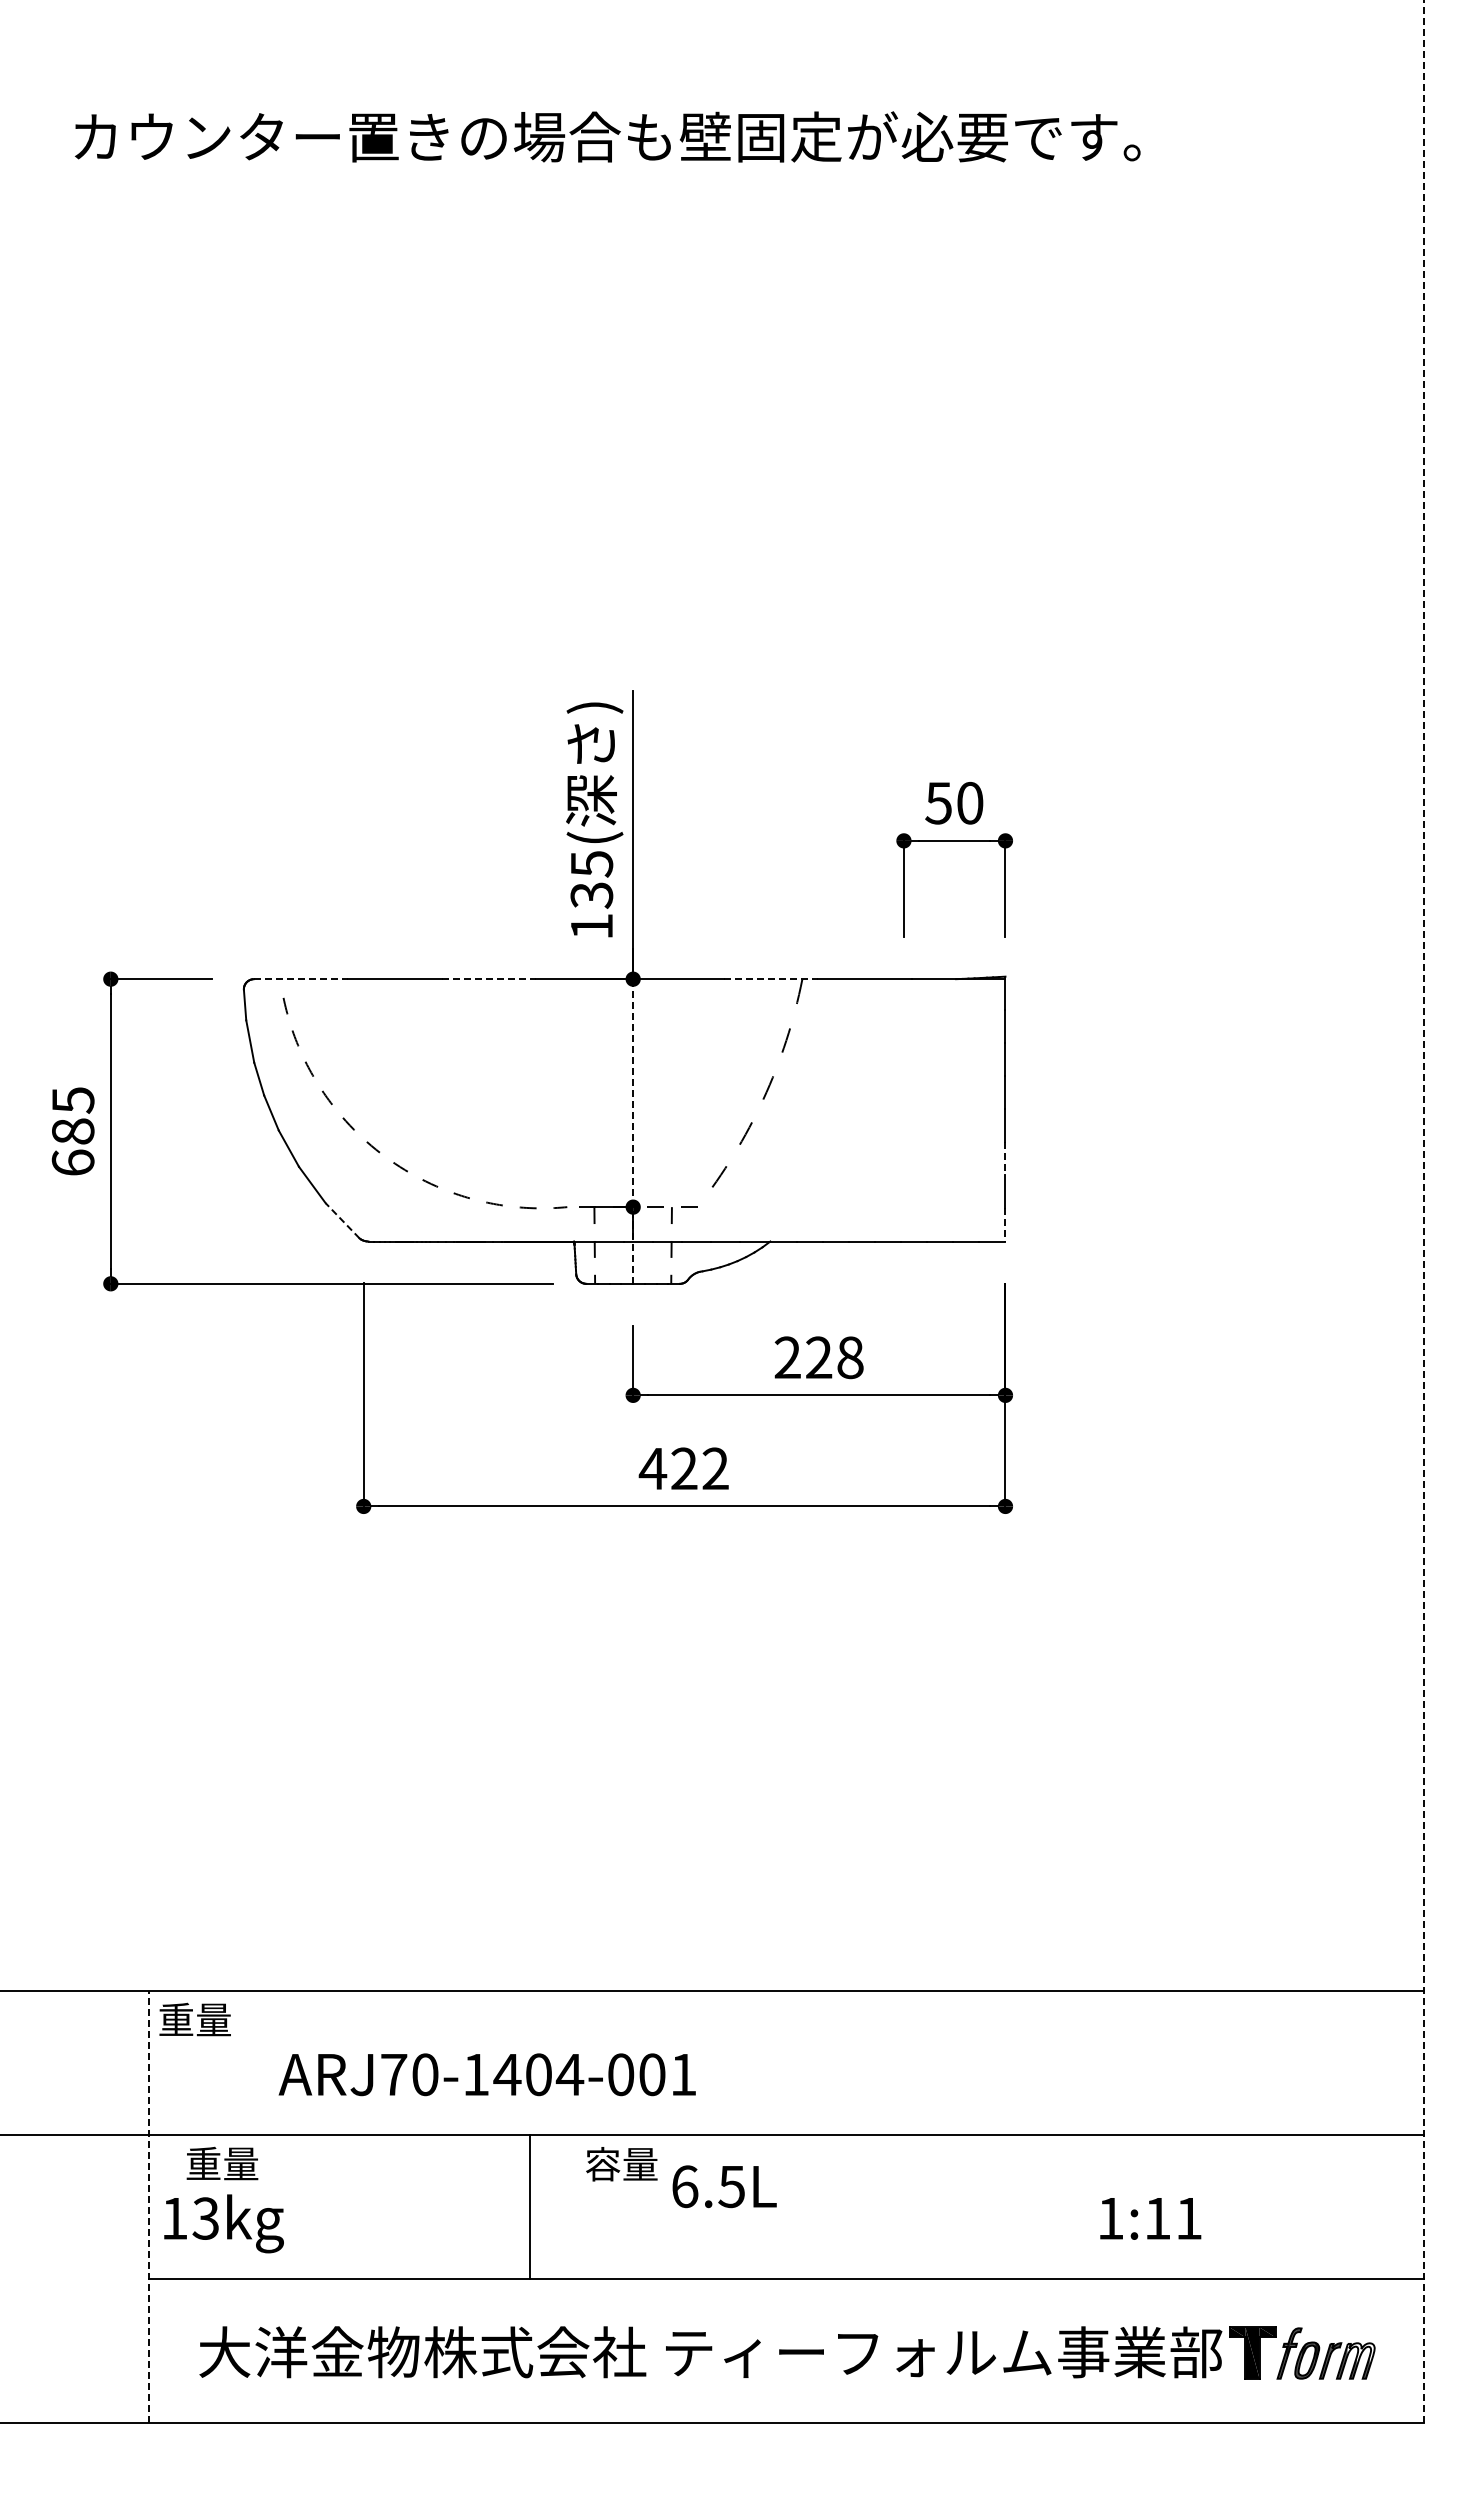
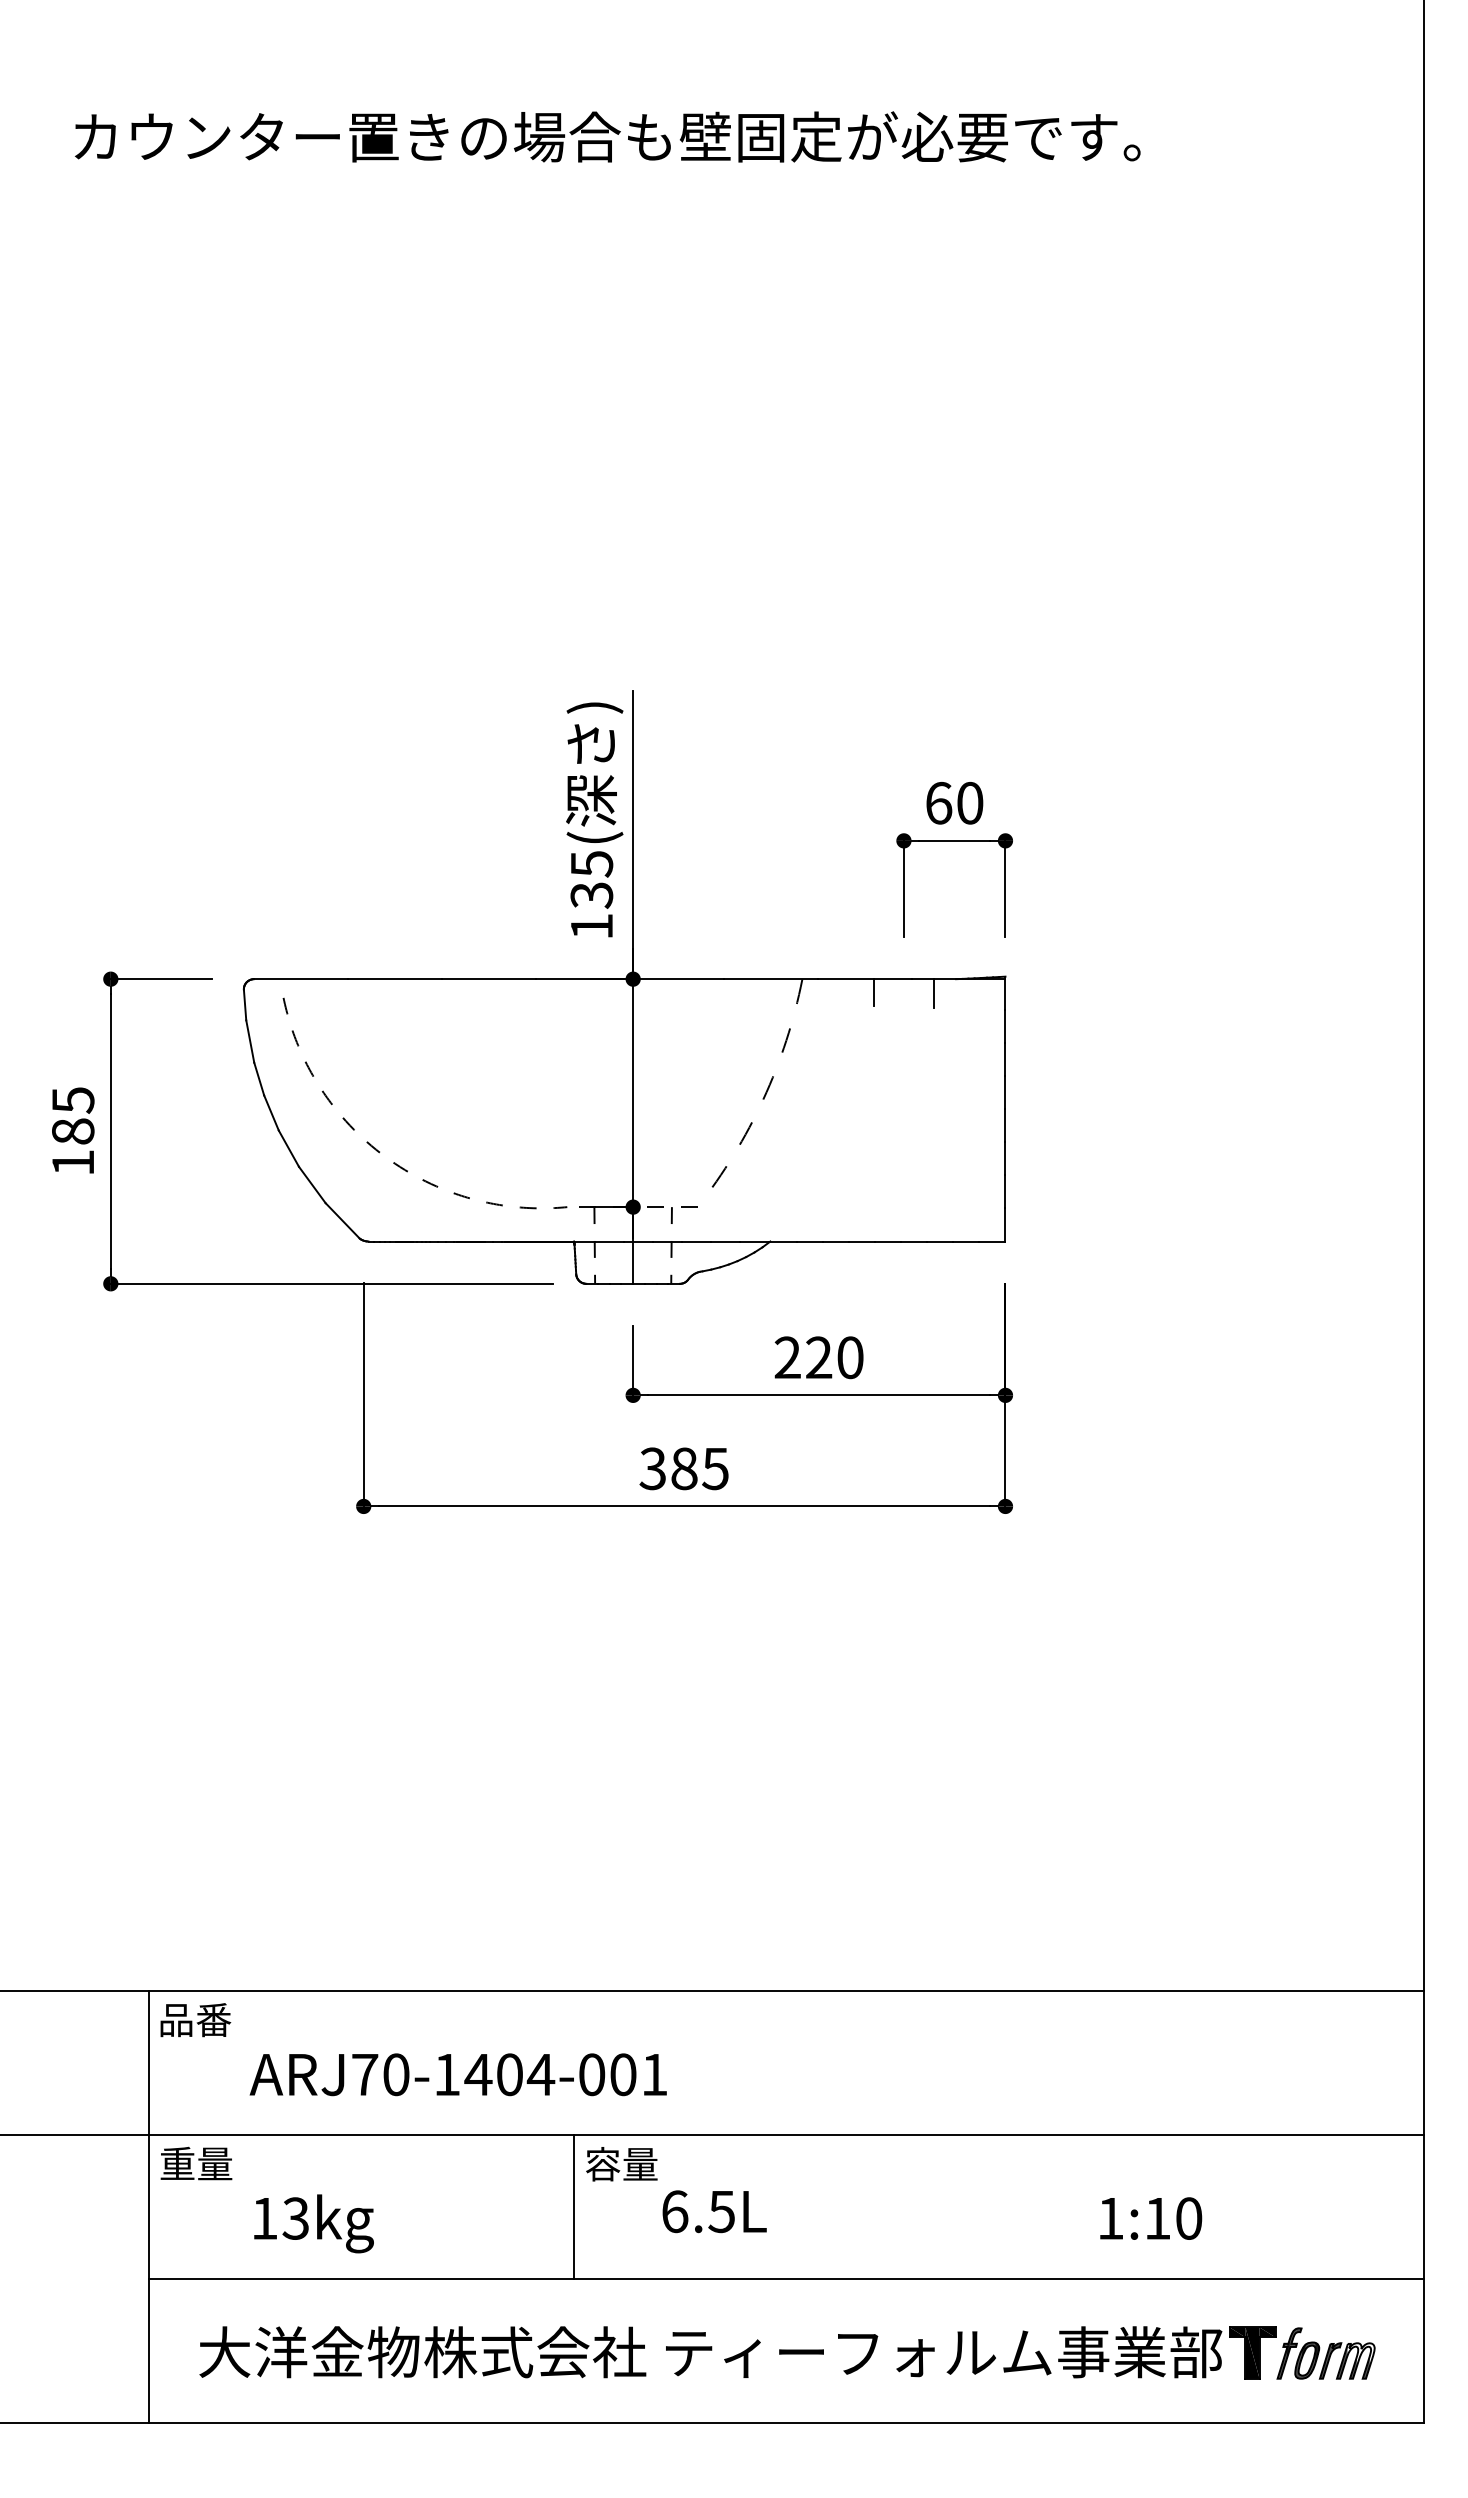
text at (938, 802): 50 -> 60
line at (300, 979): dashed -> solid
line at (488, 979): dashed -> solid
line at (770, 979): dashed -> solid
line at (874, 992): none -> present
line at (933, 993): none -> present
line at (633, 1131): dashed -> solid
line at (1005, 1158): dashed -> solid
text at (72, 1162): 685 -> 185
line at (1423, 1211): dashed -> solid
line at (342, 1220): dashed -> solid
line at (1005, 1224): dashed -> solid
text at (850, 1357): 228 -> 220
text at (683, 1468): 422 -> 385
text at (195, 2019): 重量 -> 品番
text at (486, 2074) position: (486, 2074) -> (457, 2074)
text at (222, 2163) position: (222, 2163) -> (196, 2163)
text at (724, 2186) position: (724, 2186) -> (714, 2211)
line at (149, 2207): dashed -> solid
line at (530, 2207) position: (530, 2207) -> (574, 2207)
text at (1189, 2218): 1:11 -> 1:10
text at (223, 2223) position: (223, 2223) -> (313, 2223)
